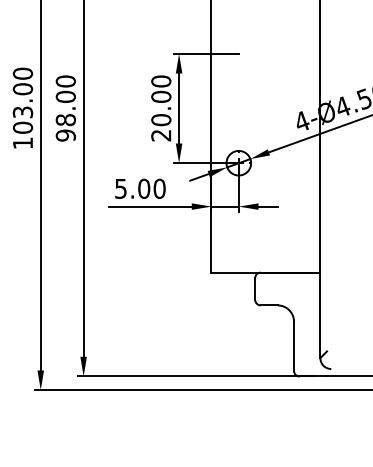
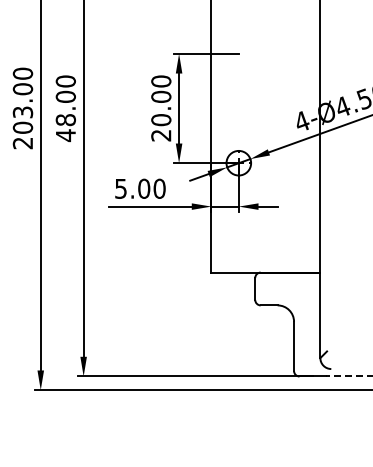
text at (65, 135): 98.00 -> 48.00
text at (22, 143): 103.00 -> 203.00
line at (349, 376): solid -> dashed
